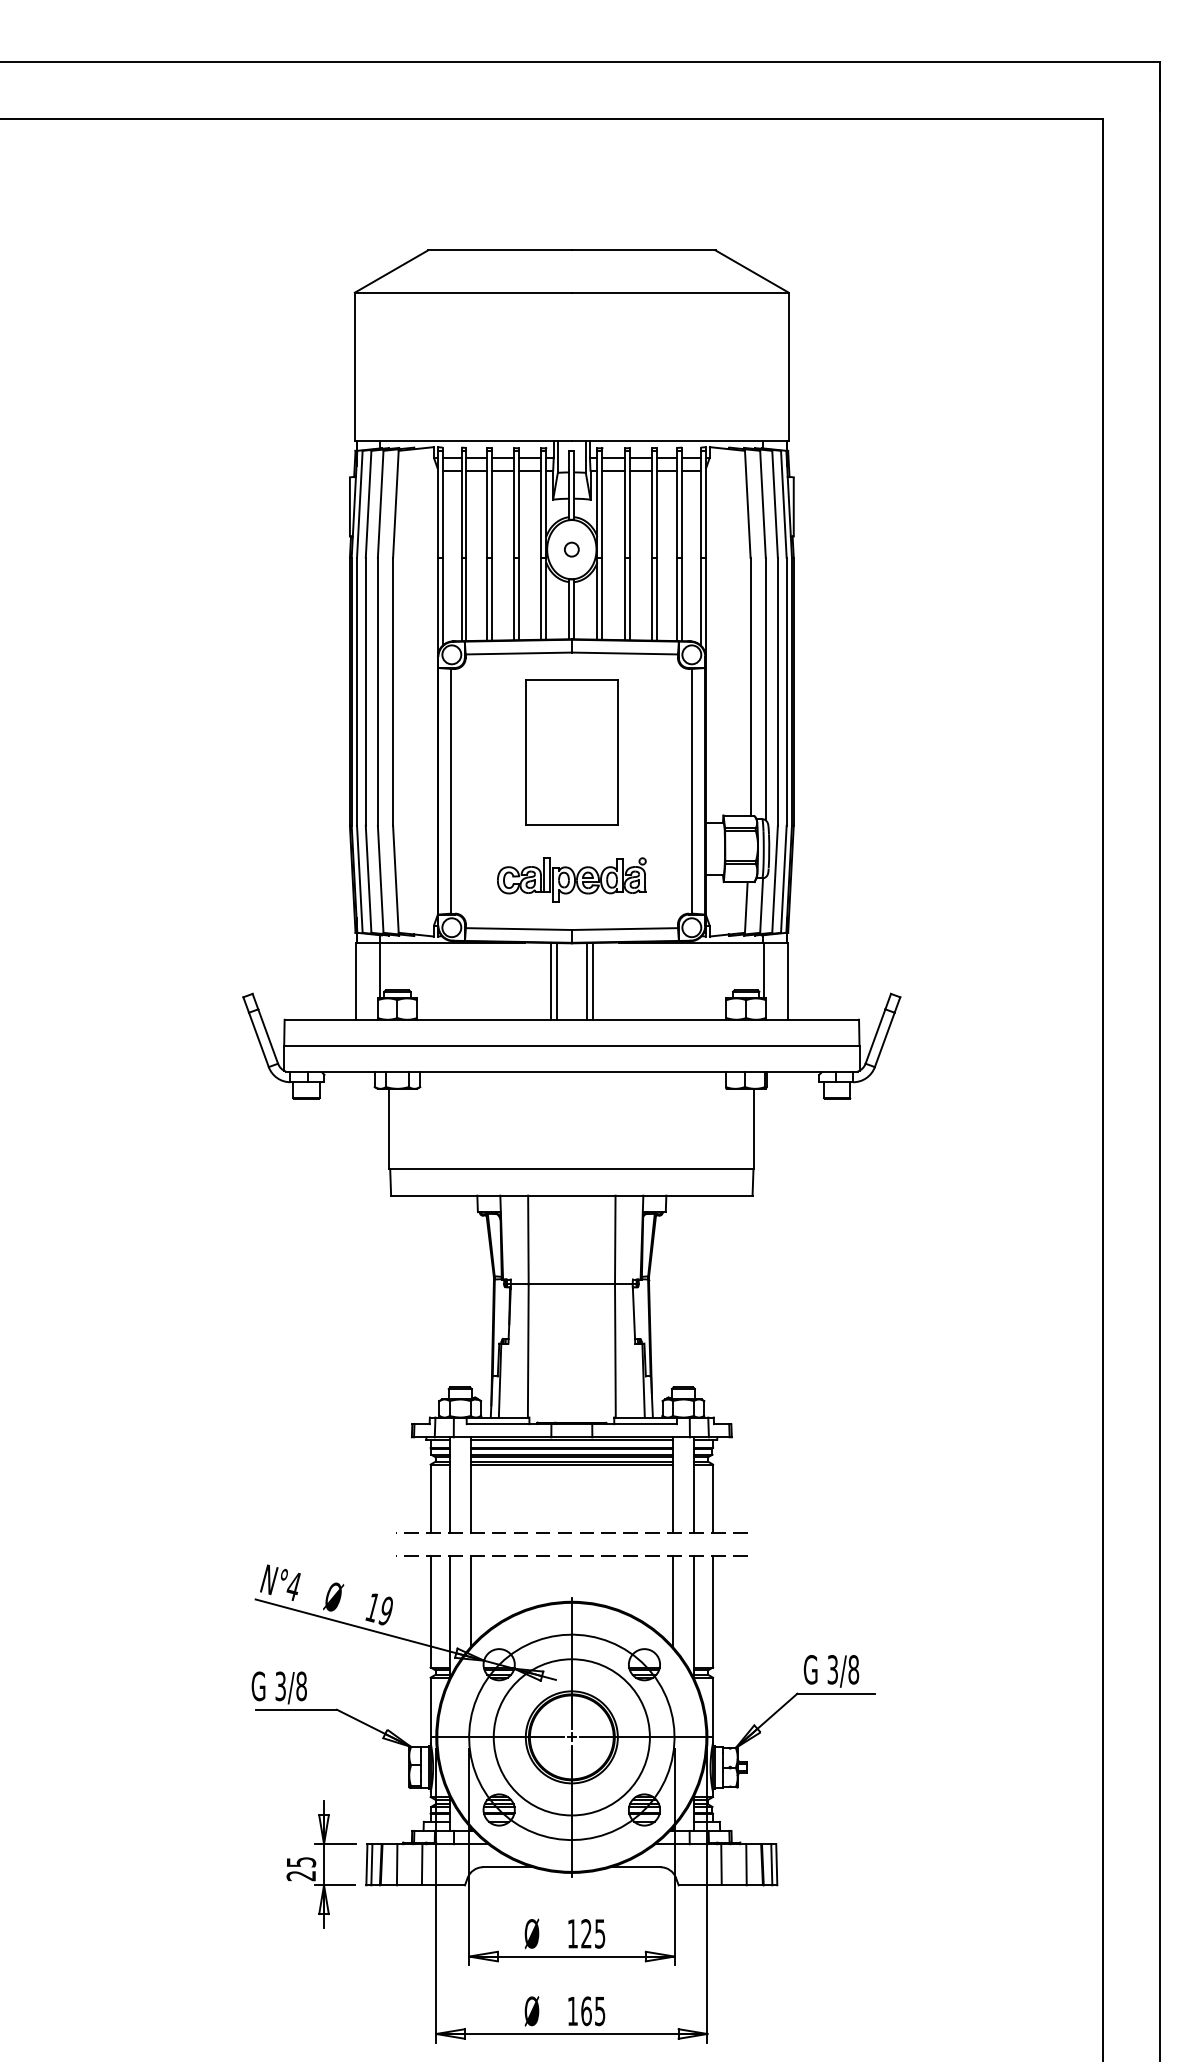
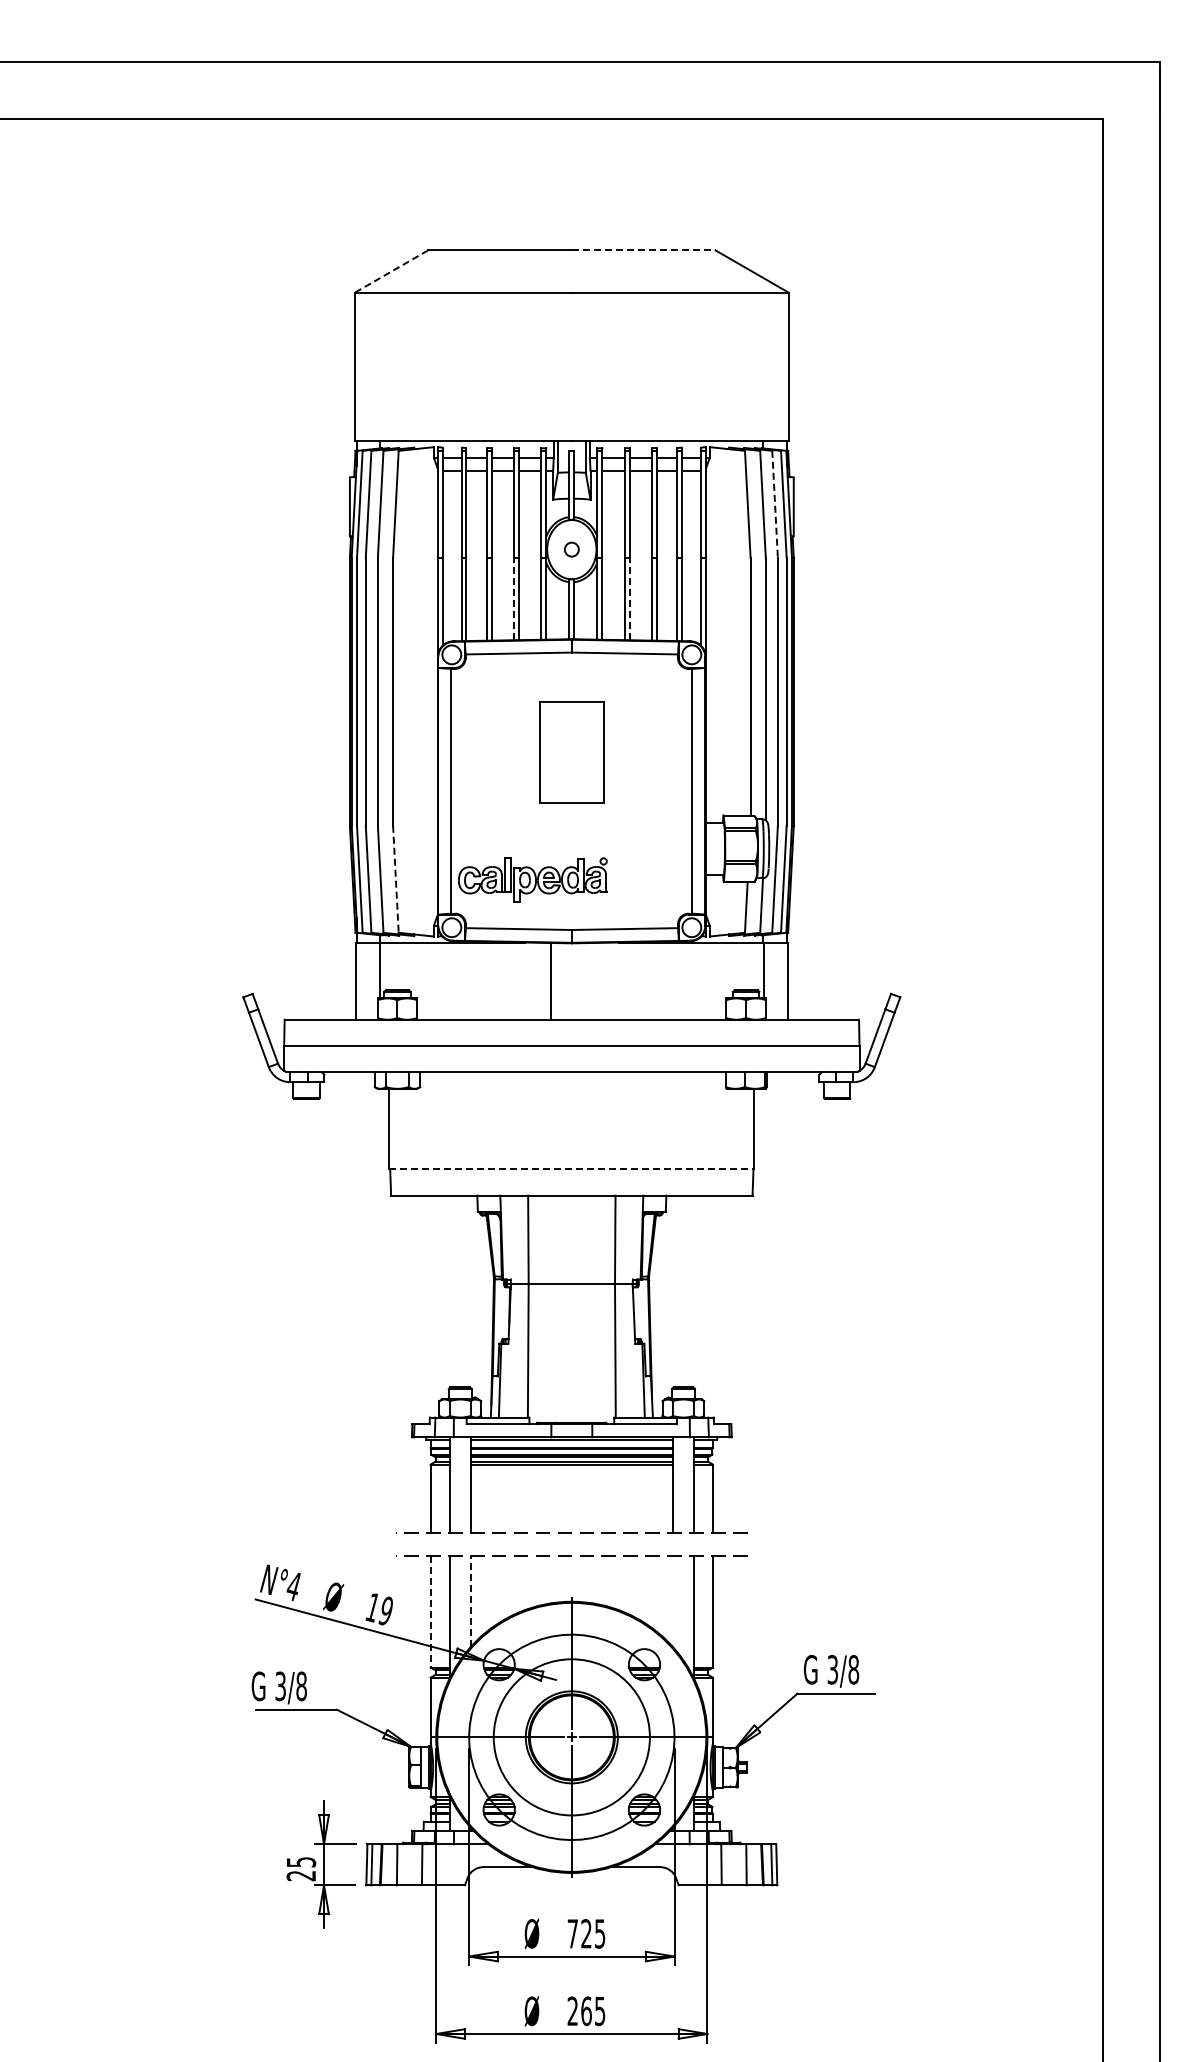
line at (643, 250): solid -> dashed
line at (391, 271): solid -> dashed
line at (775, 504): solid -> dashed
line at (513, 598): solid -> dashed
line at (630, 598): solid -> dashed
part at (571, 752) size: 94x147 px -> 66x103 px
line at (395, 879): solid -> dashed
part at (571, 879) position: (571, 879) -> (532, 879)
line at (593, 980): present -> none
line at (557, 981): present -> none
line at (586, 981): present -> none
line at (572, 1169): solid -> dashed
line at (470, 1601): solid -> dashed
line at (673, 1601): present -> none
line at (430, 1611): solid -> dashed
text at (572, 1933): 125 -> 725
text at (572, 2010): 165 -> 265
